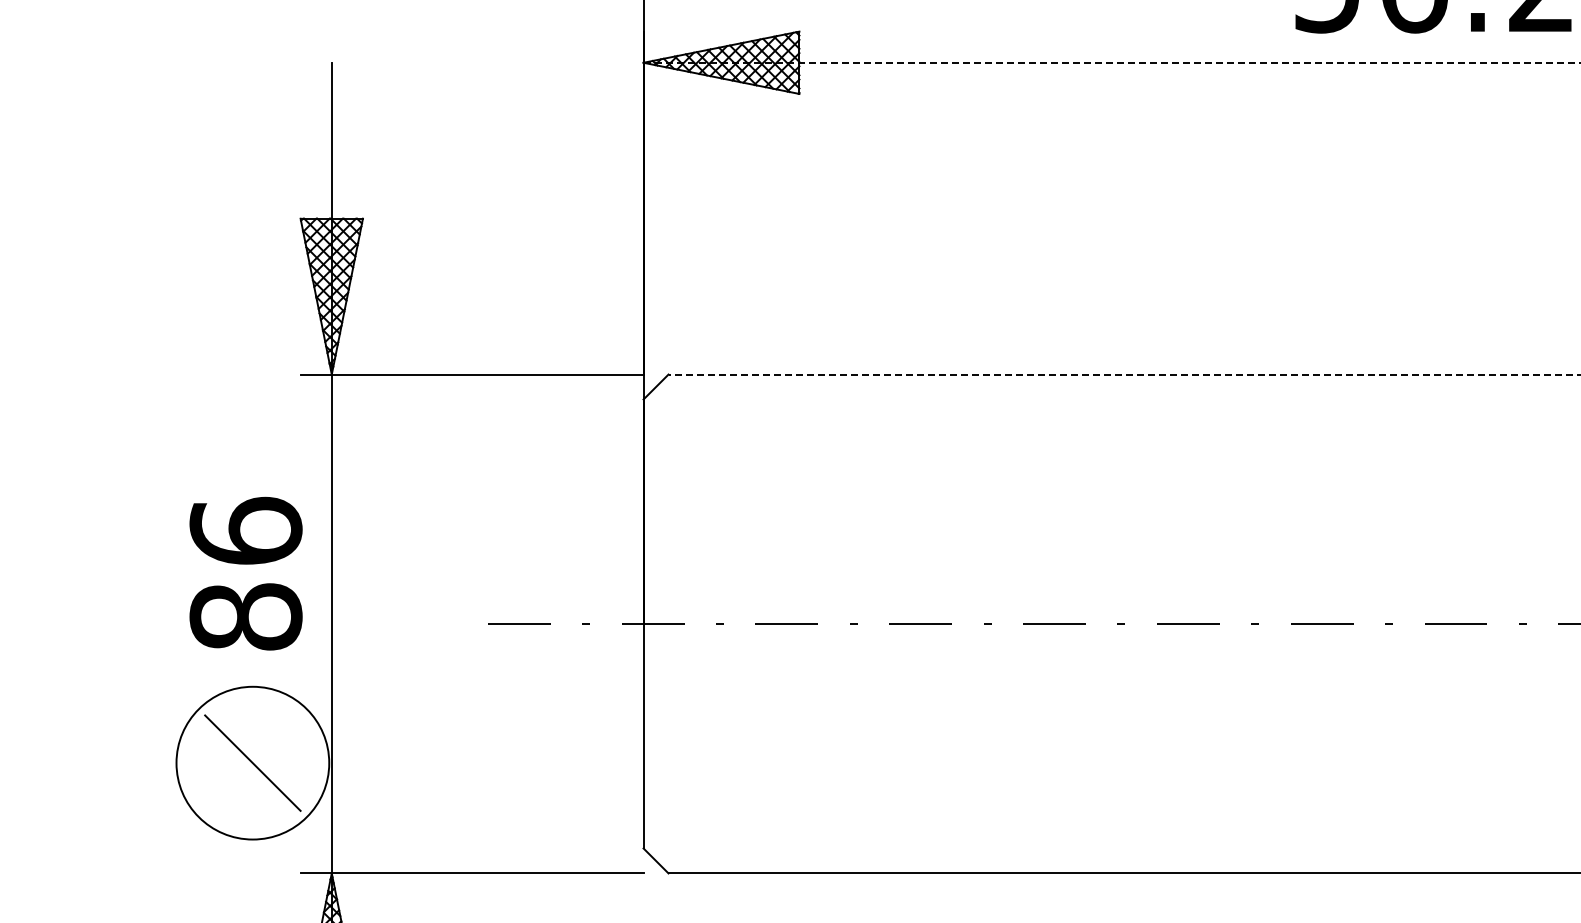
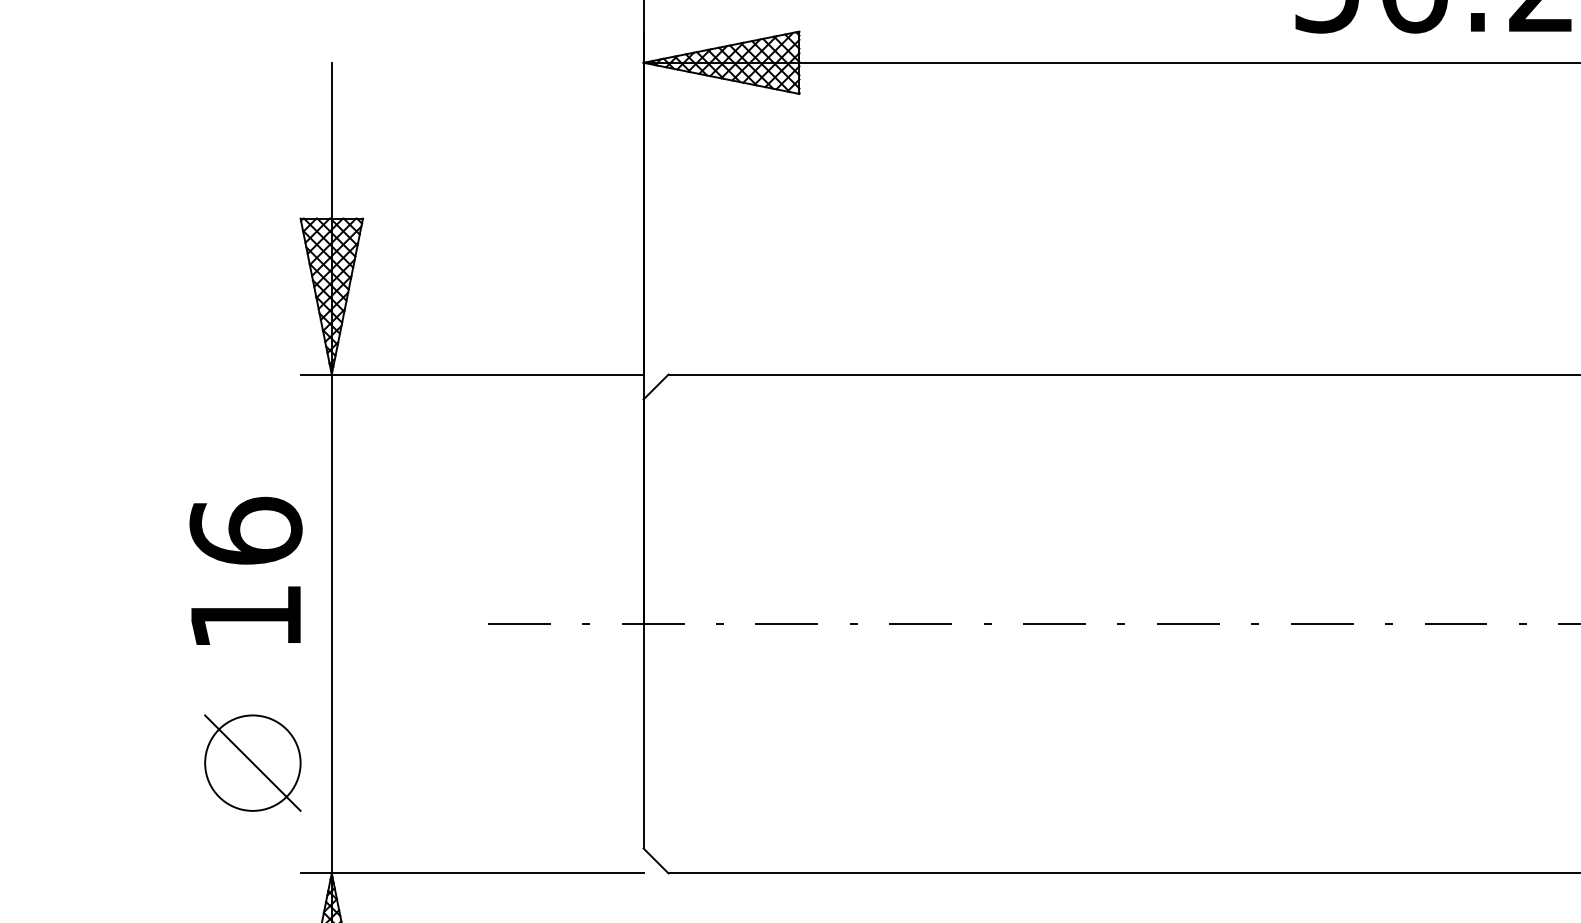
line at (1112, 62): dashed -> solid
line at (1124, 374): dashed -> solid
text at (245, 616): 86 -> 16
circle at (252, 762) diameter: 153 px -> 95 px
